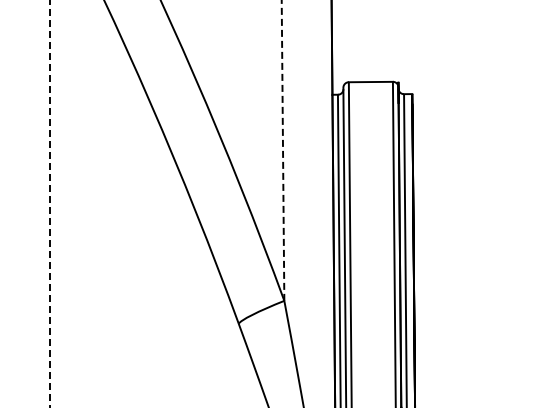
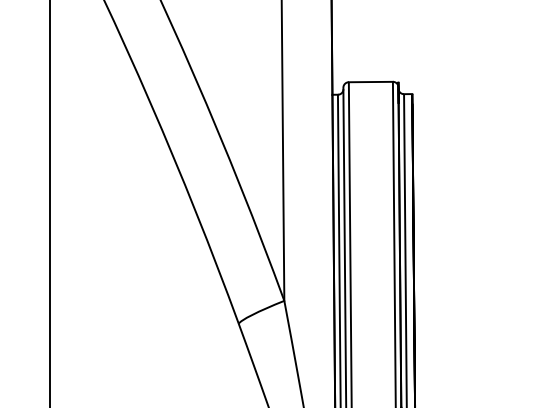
line at (283, 150): dashed -> solid
line at (49, 204): dashed -> solid
